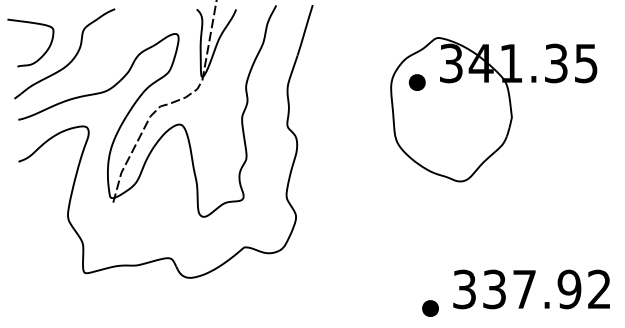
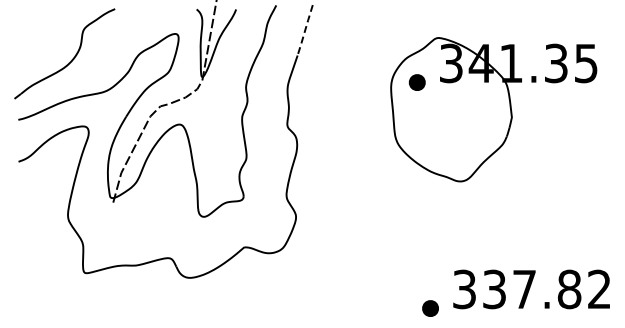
line at (305, 30): solid -> dashed
curve at (42, 54): present -> none
text at (569, 289): 337.92 -> 337.82
